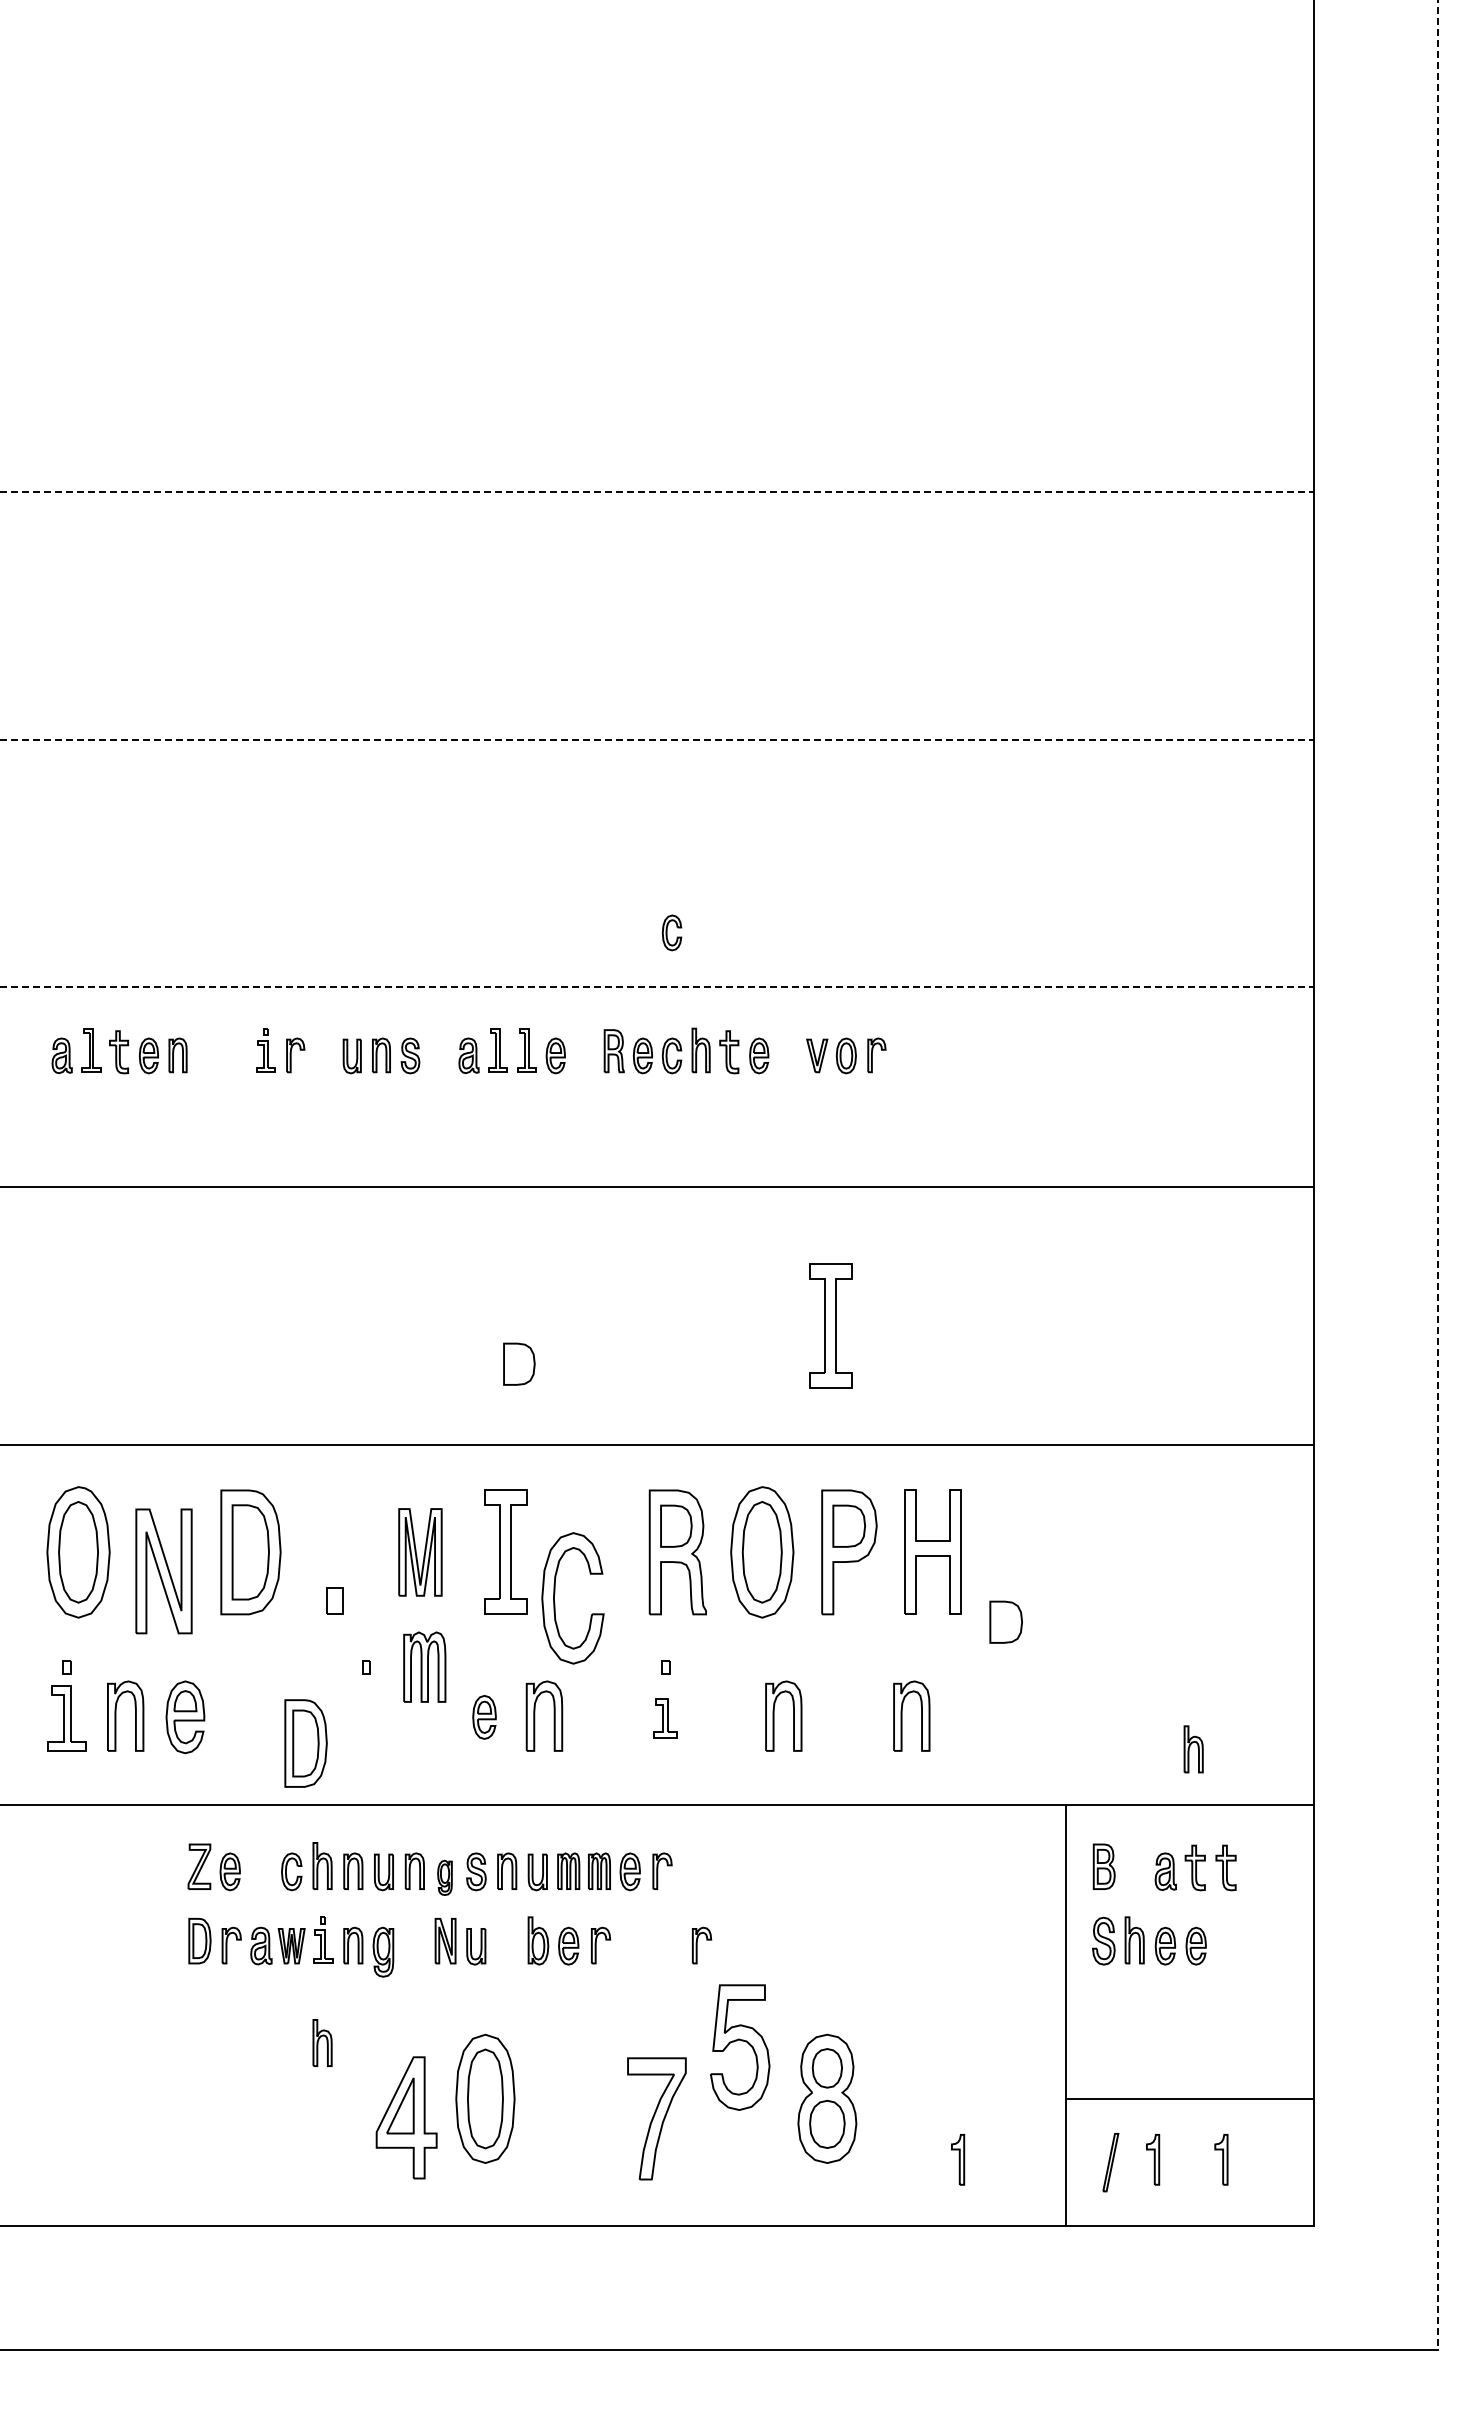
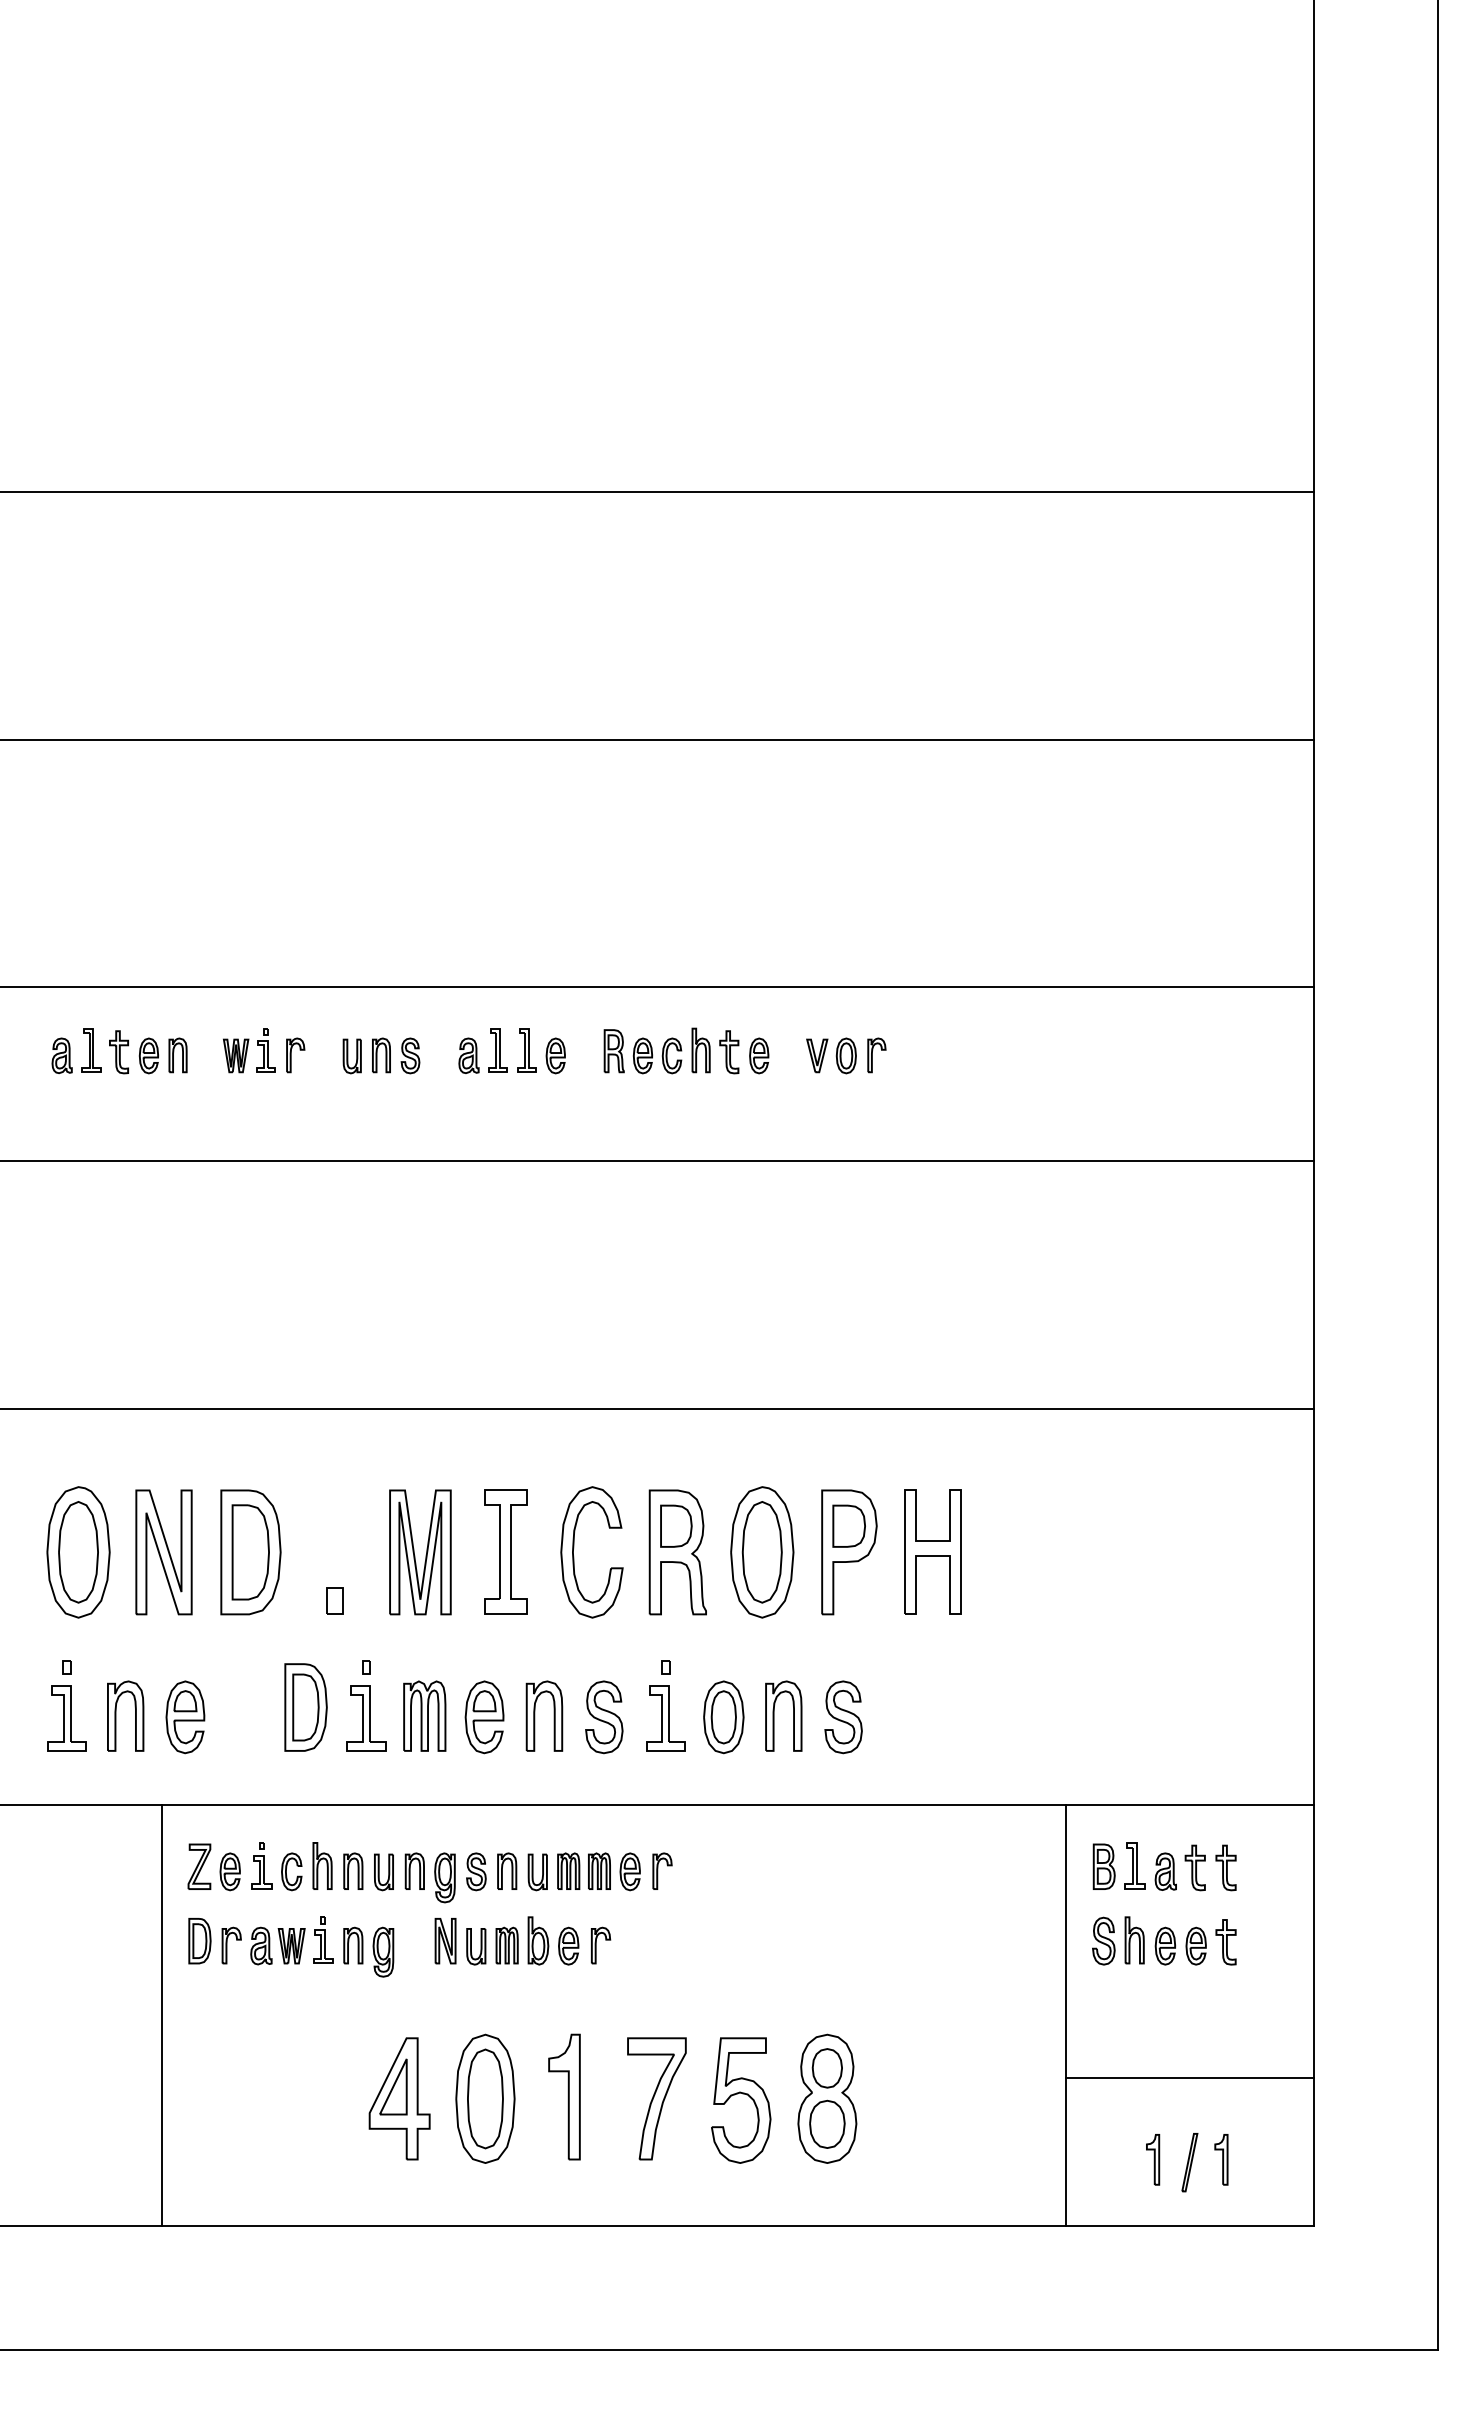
line at (657, 491): dashed -> solid
line at (657, 739): dashed -> solid
part at (671, 932): present -> none
line at (657, 987): dashed -> solid
part at (236, 1055): none -> present
line at (1437, 1176): dashed -> solid
line at (657, 1186) position: (657, 1186) -> (657, 1160)
part at (830, 1325): present -> none
part at (519, 1363): present -> none
line at (657, 1444) position: (657, 1444) -> (657, 1408)
part at (420, 1552) size: 45x89 px -> 63x127 px
part at (163, 1571) position: (163, 1571) -> (163, 1552)
part at (555, 1594) position: (555, 1594) -> (574, 1548)
part at (1005, 1621): present -> none
part at (424, 1666) position: (424, 1666) -> (424, 1715)
part at (902, 1715): present -> none
part at (484, 1717) size: 25x45 px -> 41x75 px
part at (604, 1717): none -> present
part at (723, 1717): none -> present
part at (843, 1717): none -> present
part at (366, 1718): none -> present
part at (665, 1718) size: 25x41 px -> 40x67 px
part at (305, 1743) position: (305, 1743) -> (305, 1707)
part at (1193, 1749): present -> none
part at (261, 1865): none -> present
part at (1134, 1865): none -> present
part at (444, 1877) size: 16x37 px -> 22x52 px
part at (1225, 1942): none -> present
part at (506, 1945): none -> present
part at (702, 1945): present -> none
line at (161, 2015): none -> present
part at (741, 2041) position: (741, 2041) -> (742, 2094)
part at (322, 2042): present -> none
part at (564, 2096): none -> present
line at (1189, 2098) position: (1189, 2098) -> (1189, 2077)
part at (406, 2117) position: (406, 2117) -> (399, 2098)
part at (656, 2118) position: (656, 2118) -> (656, 2098)
part at (958, 2159): present -> none
part at (1110, 2162) position: (1110, 2162) -> (1189, 2162)
